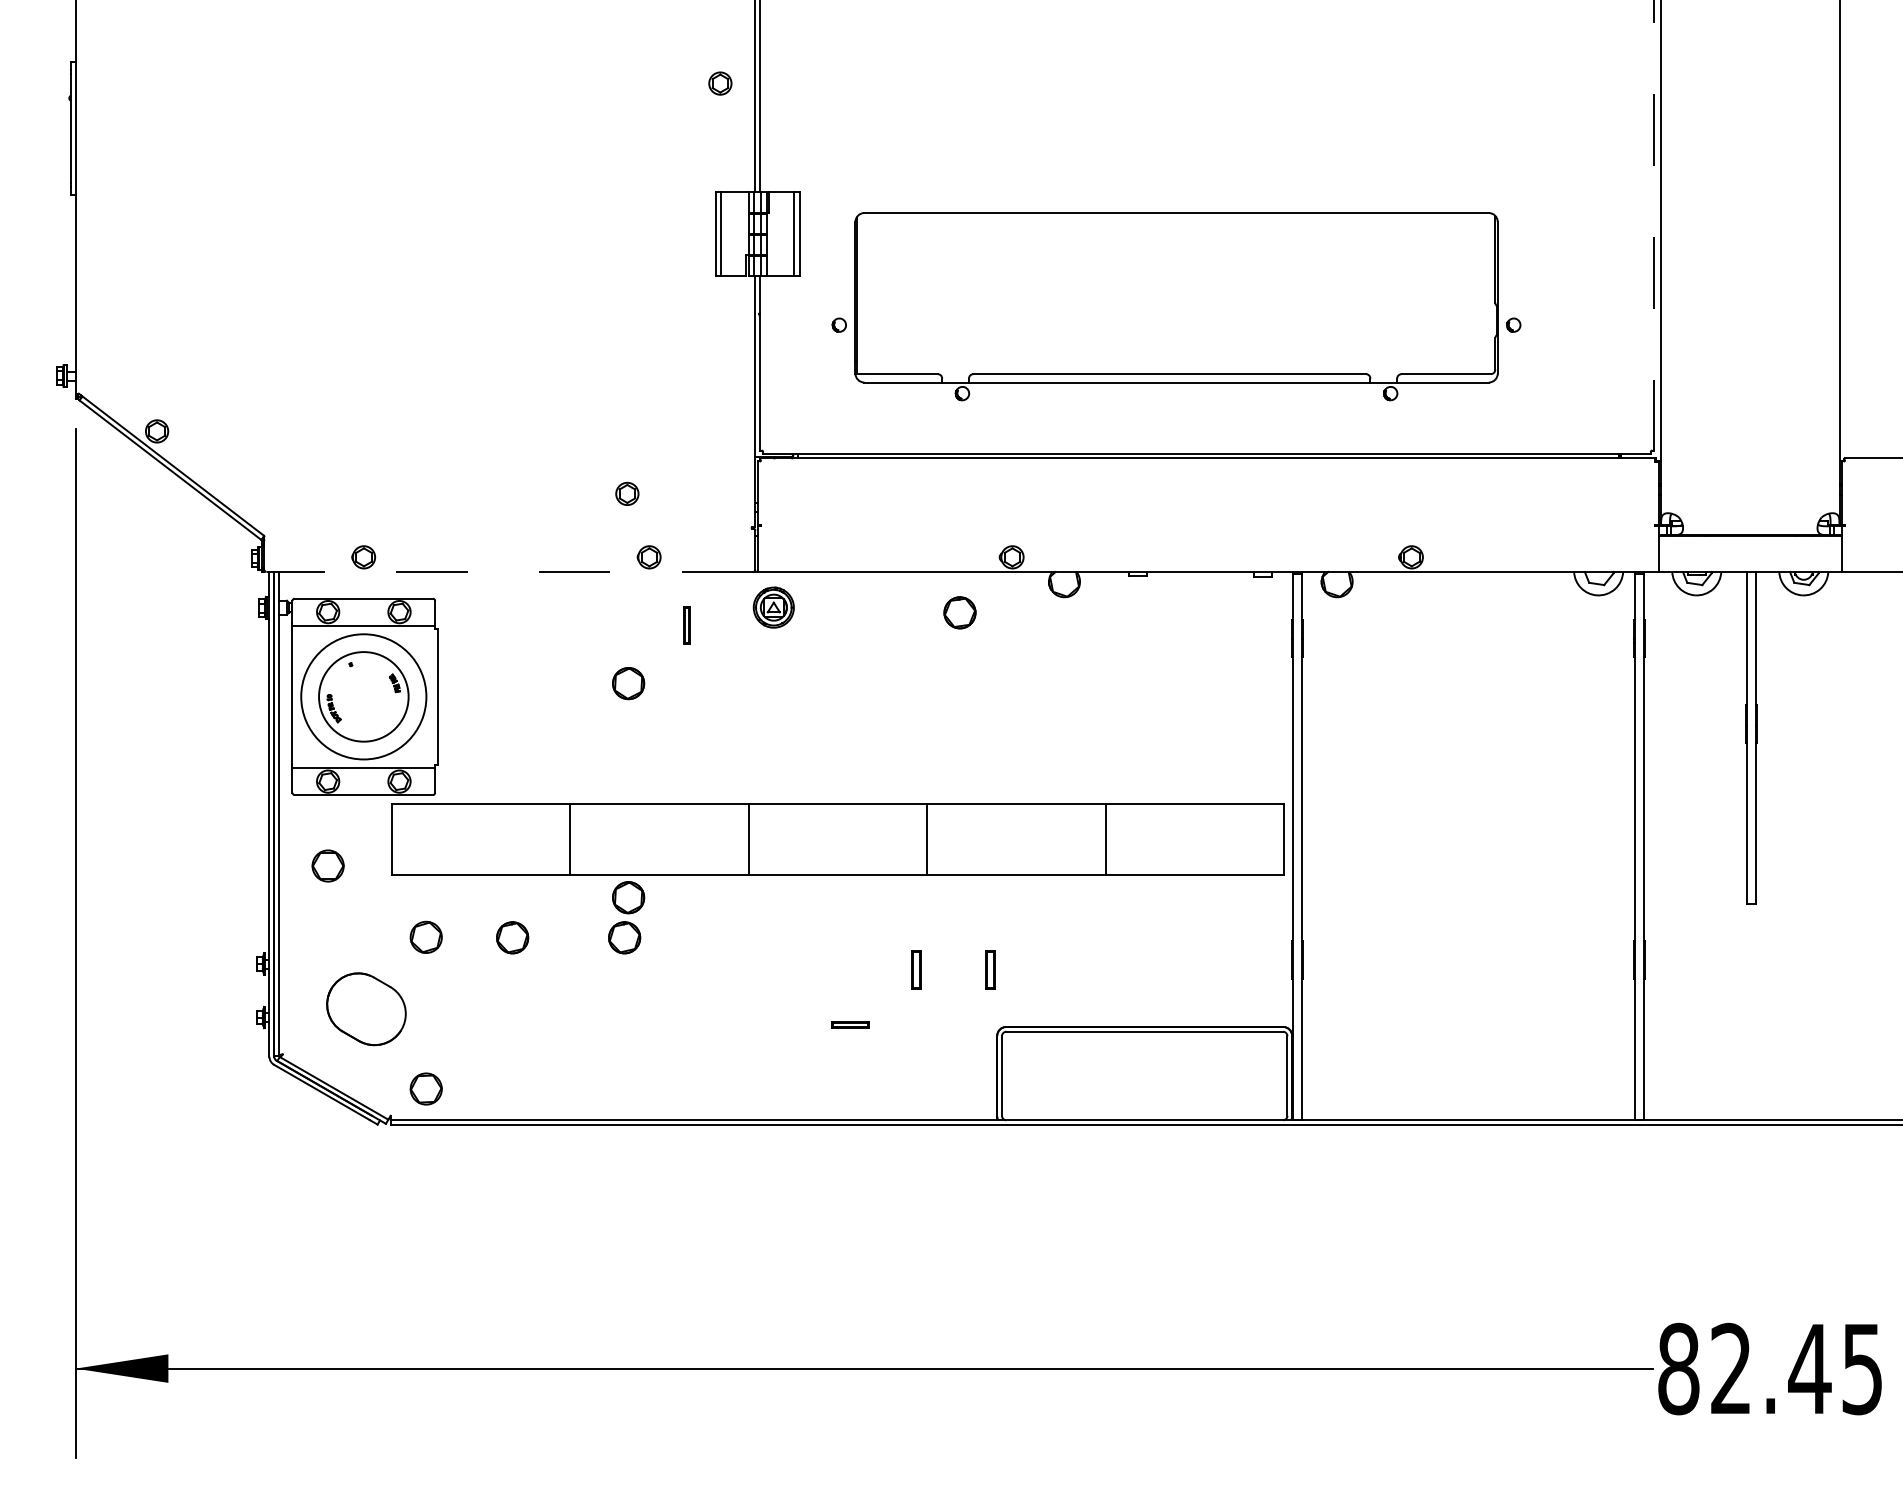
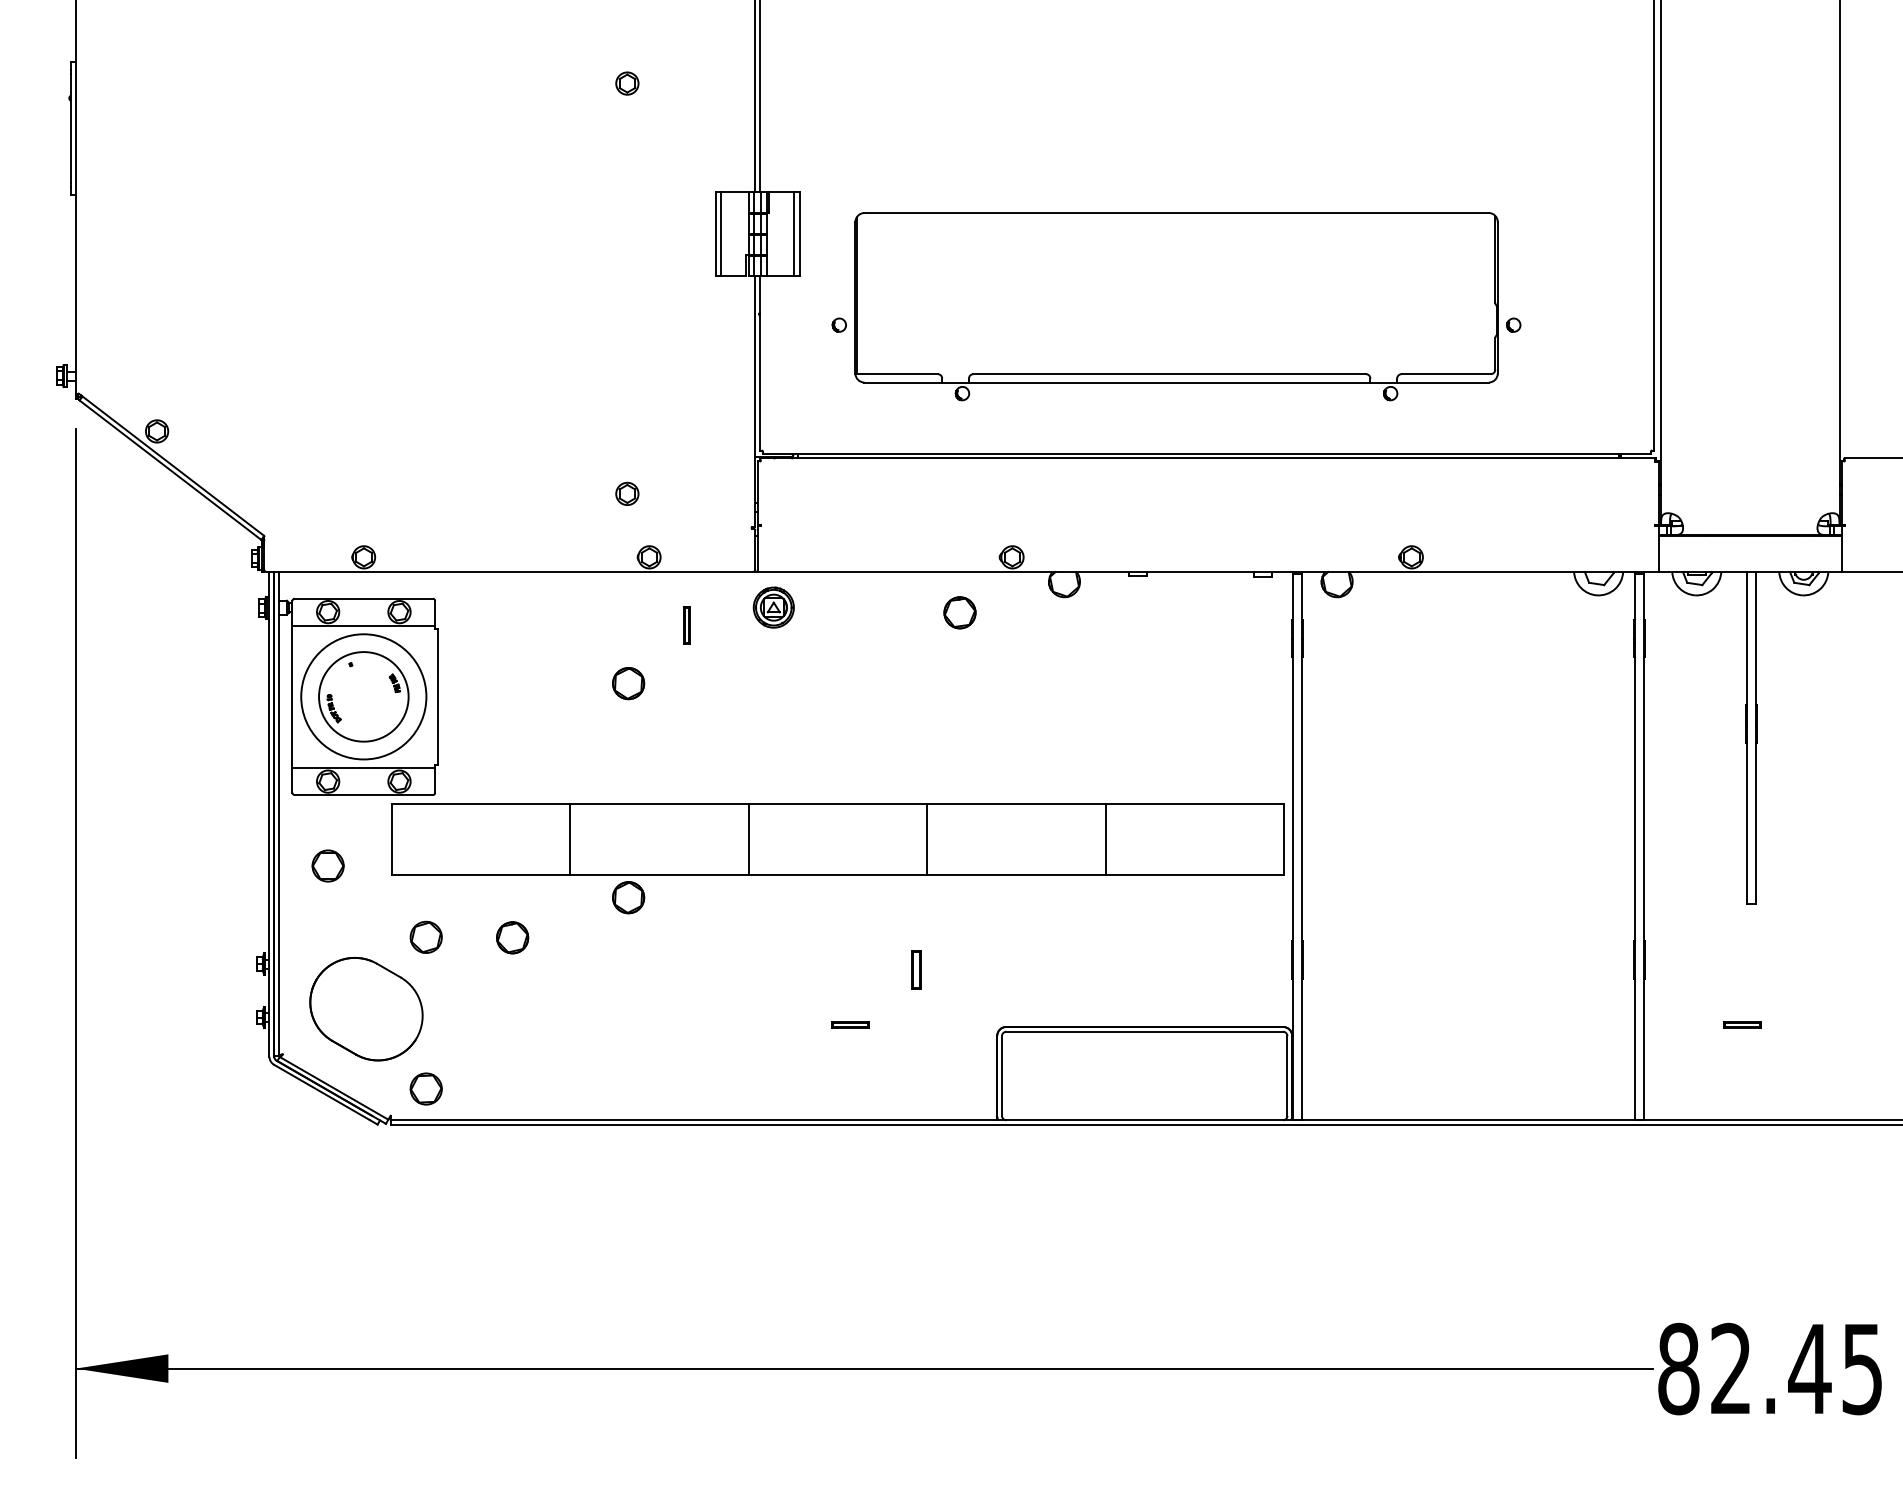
part at (720, 83) position: (720, 83) -> (627, 83)
line at (1654, 225): dashed -> solid
line at (509, 572): dashed -> solid
part at (624, 937): present -> none
part at (990, 969): present -> none
part at (366, 1009) size: 81x75 px -> 115x105 px
part at (1742, 1024): none -> present
